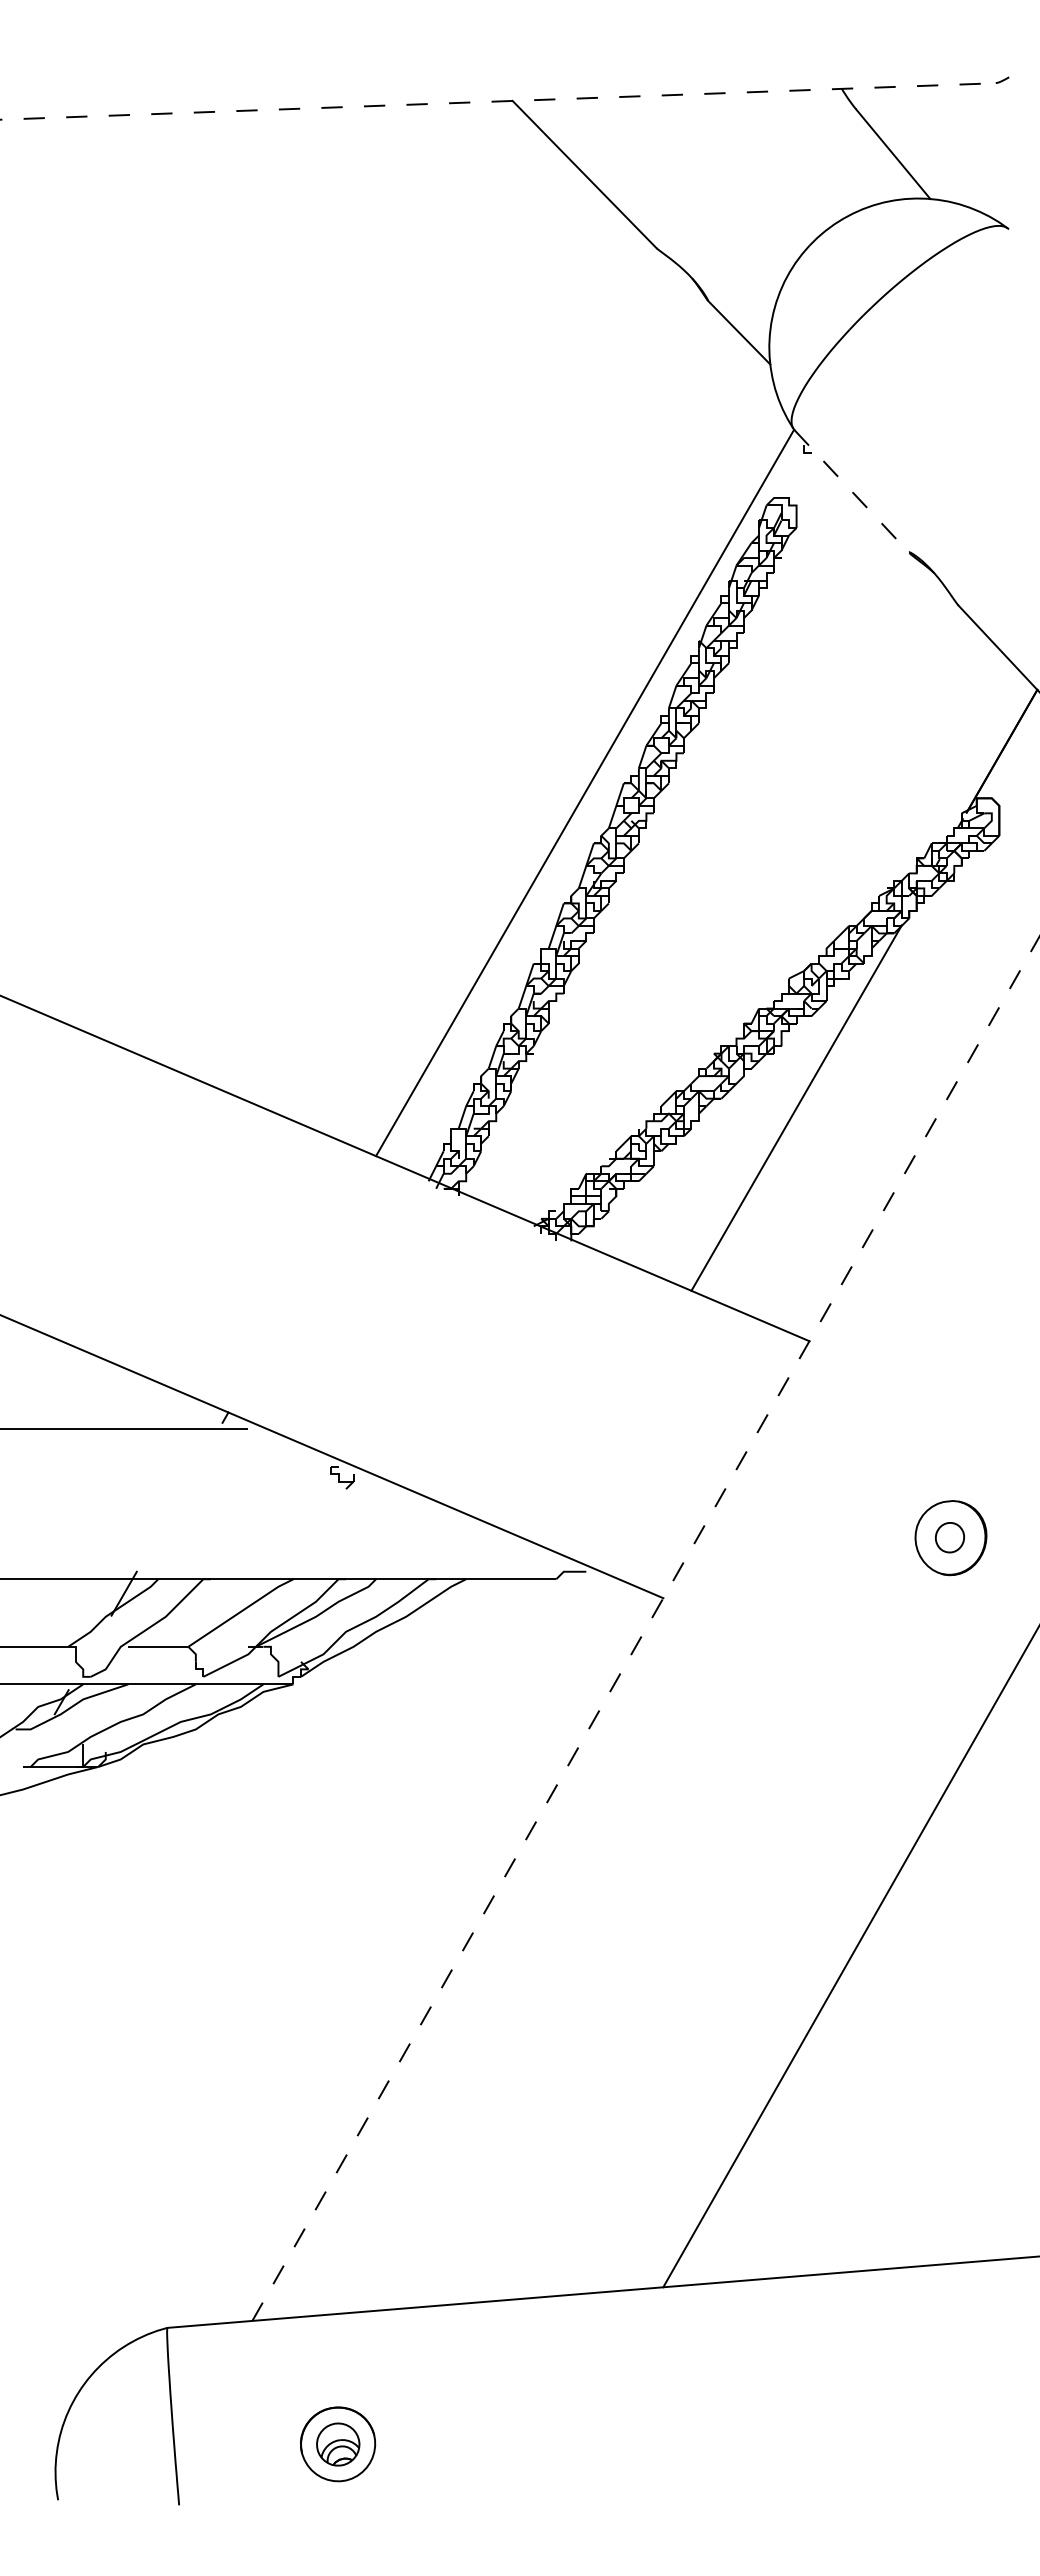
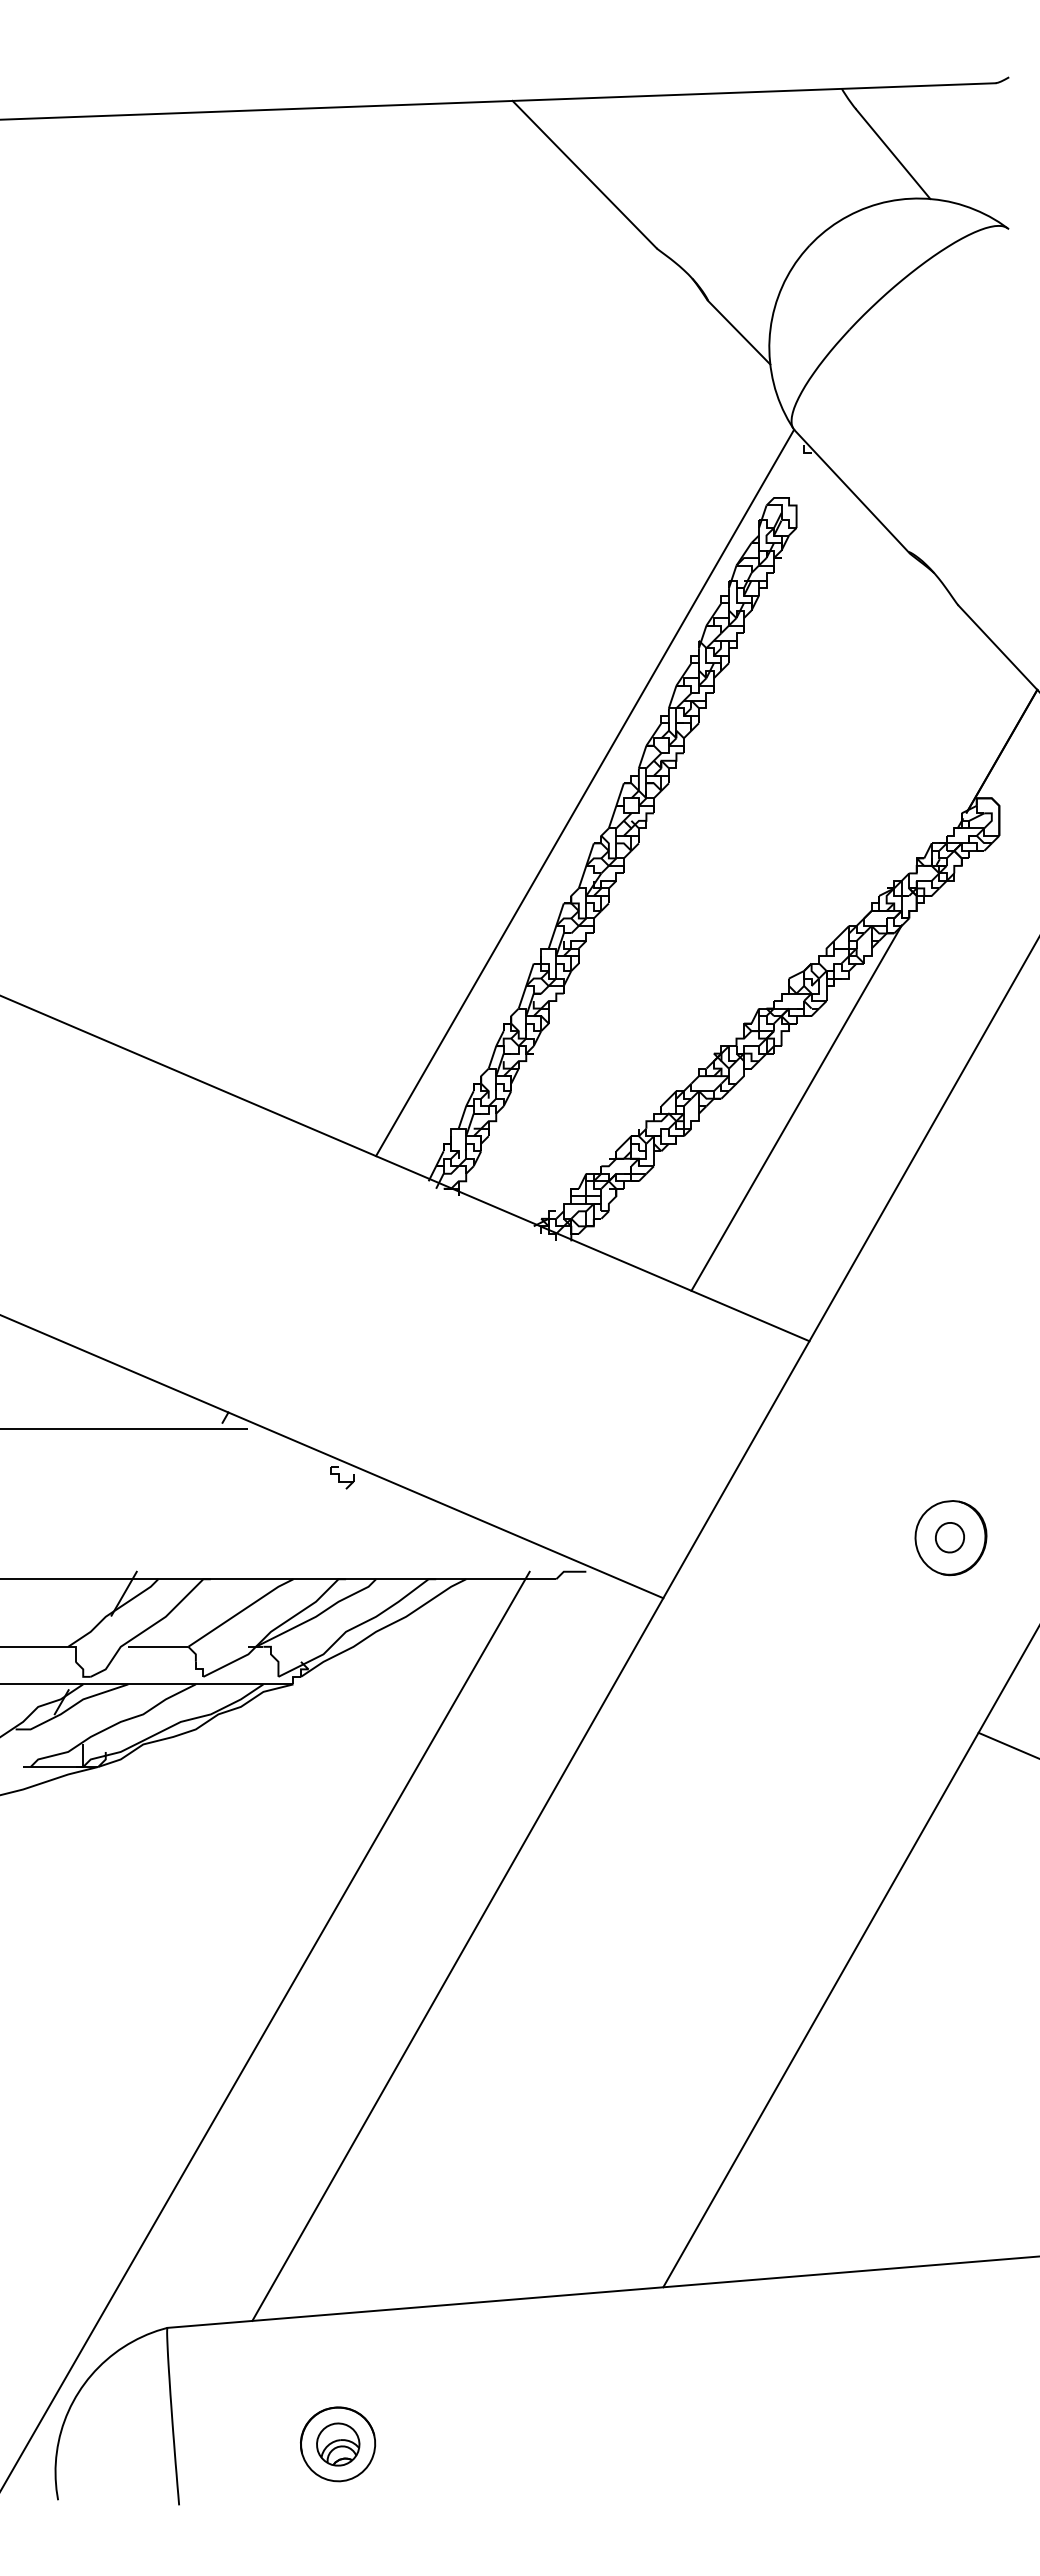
line at (498, 101): dashed -> solid
line at (852, 491): dashed -> solid
line at (645, 1629): dashed -> solid
line at (1007, 1744): none -> present
line at (265, 2029): none -> present
